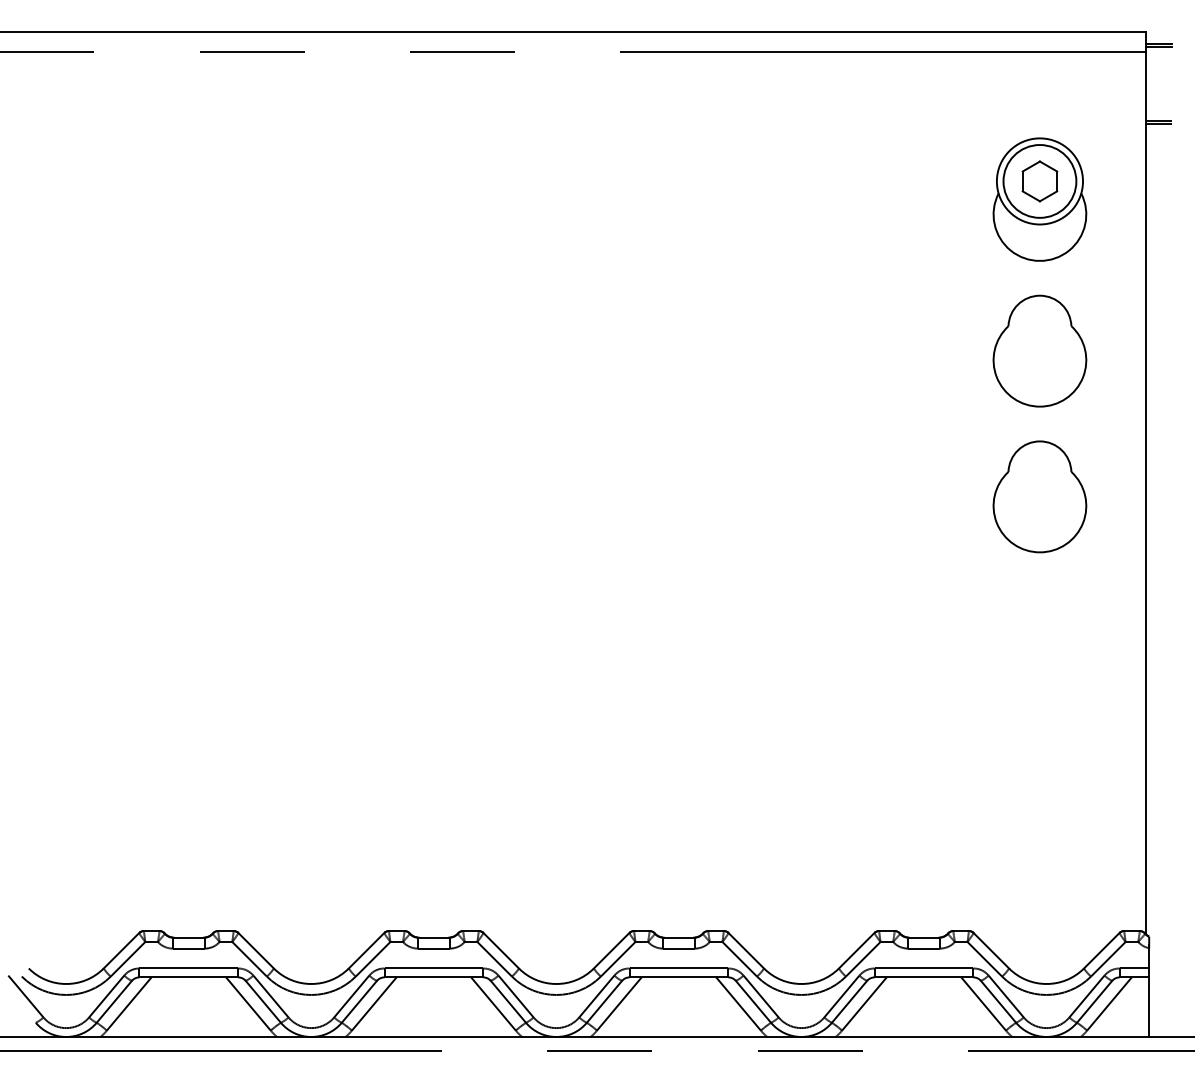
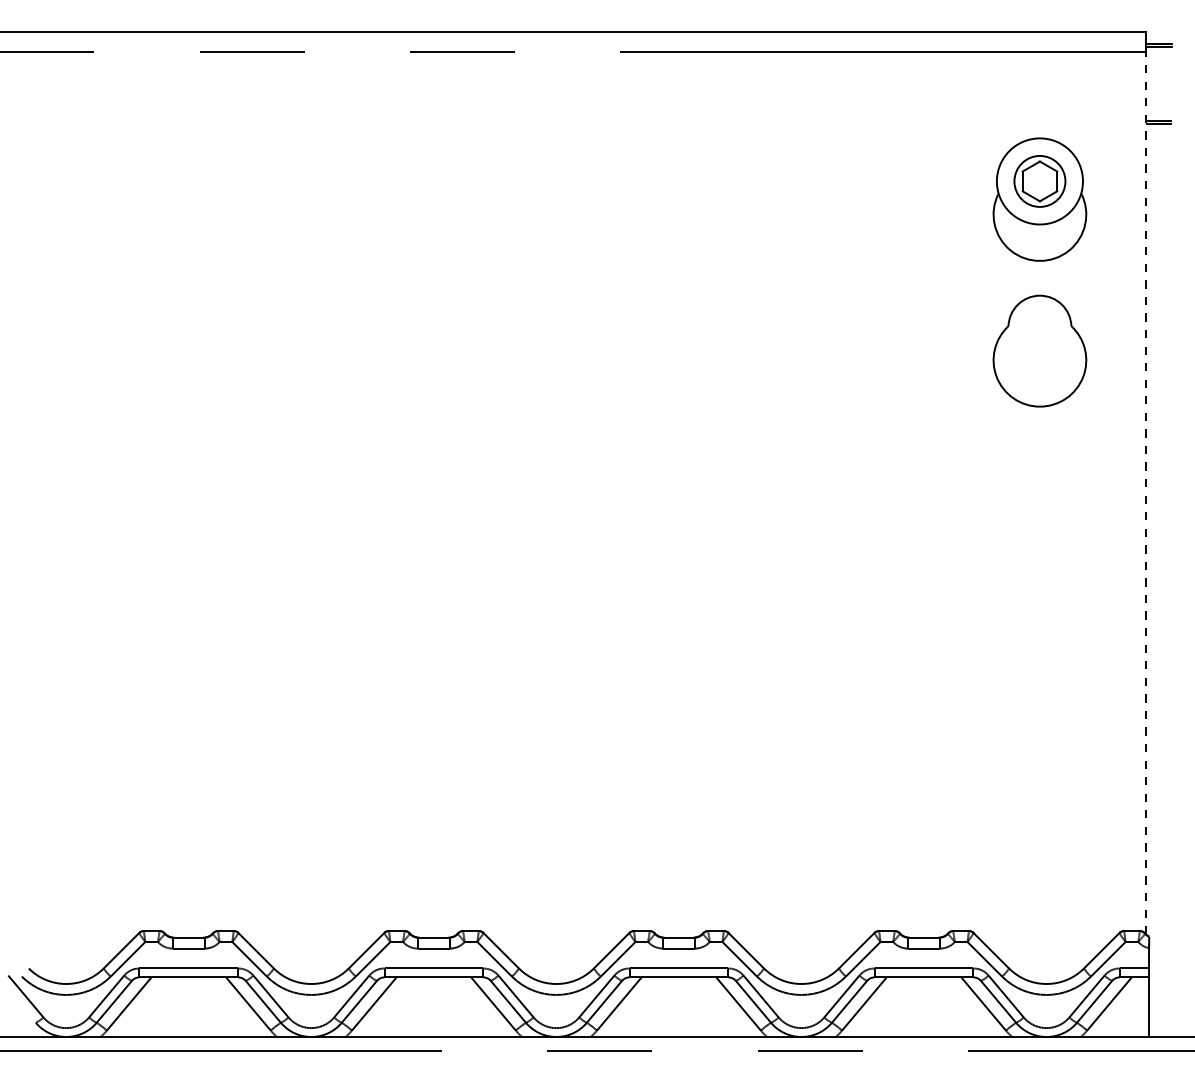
circle at (1039, 181) diameter: 73 px -> 51 px
line at (1145, 492): solid -> dashed
part at (1039, 496): present -> none
